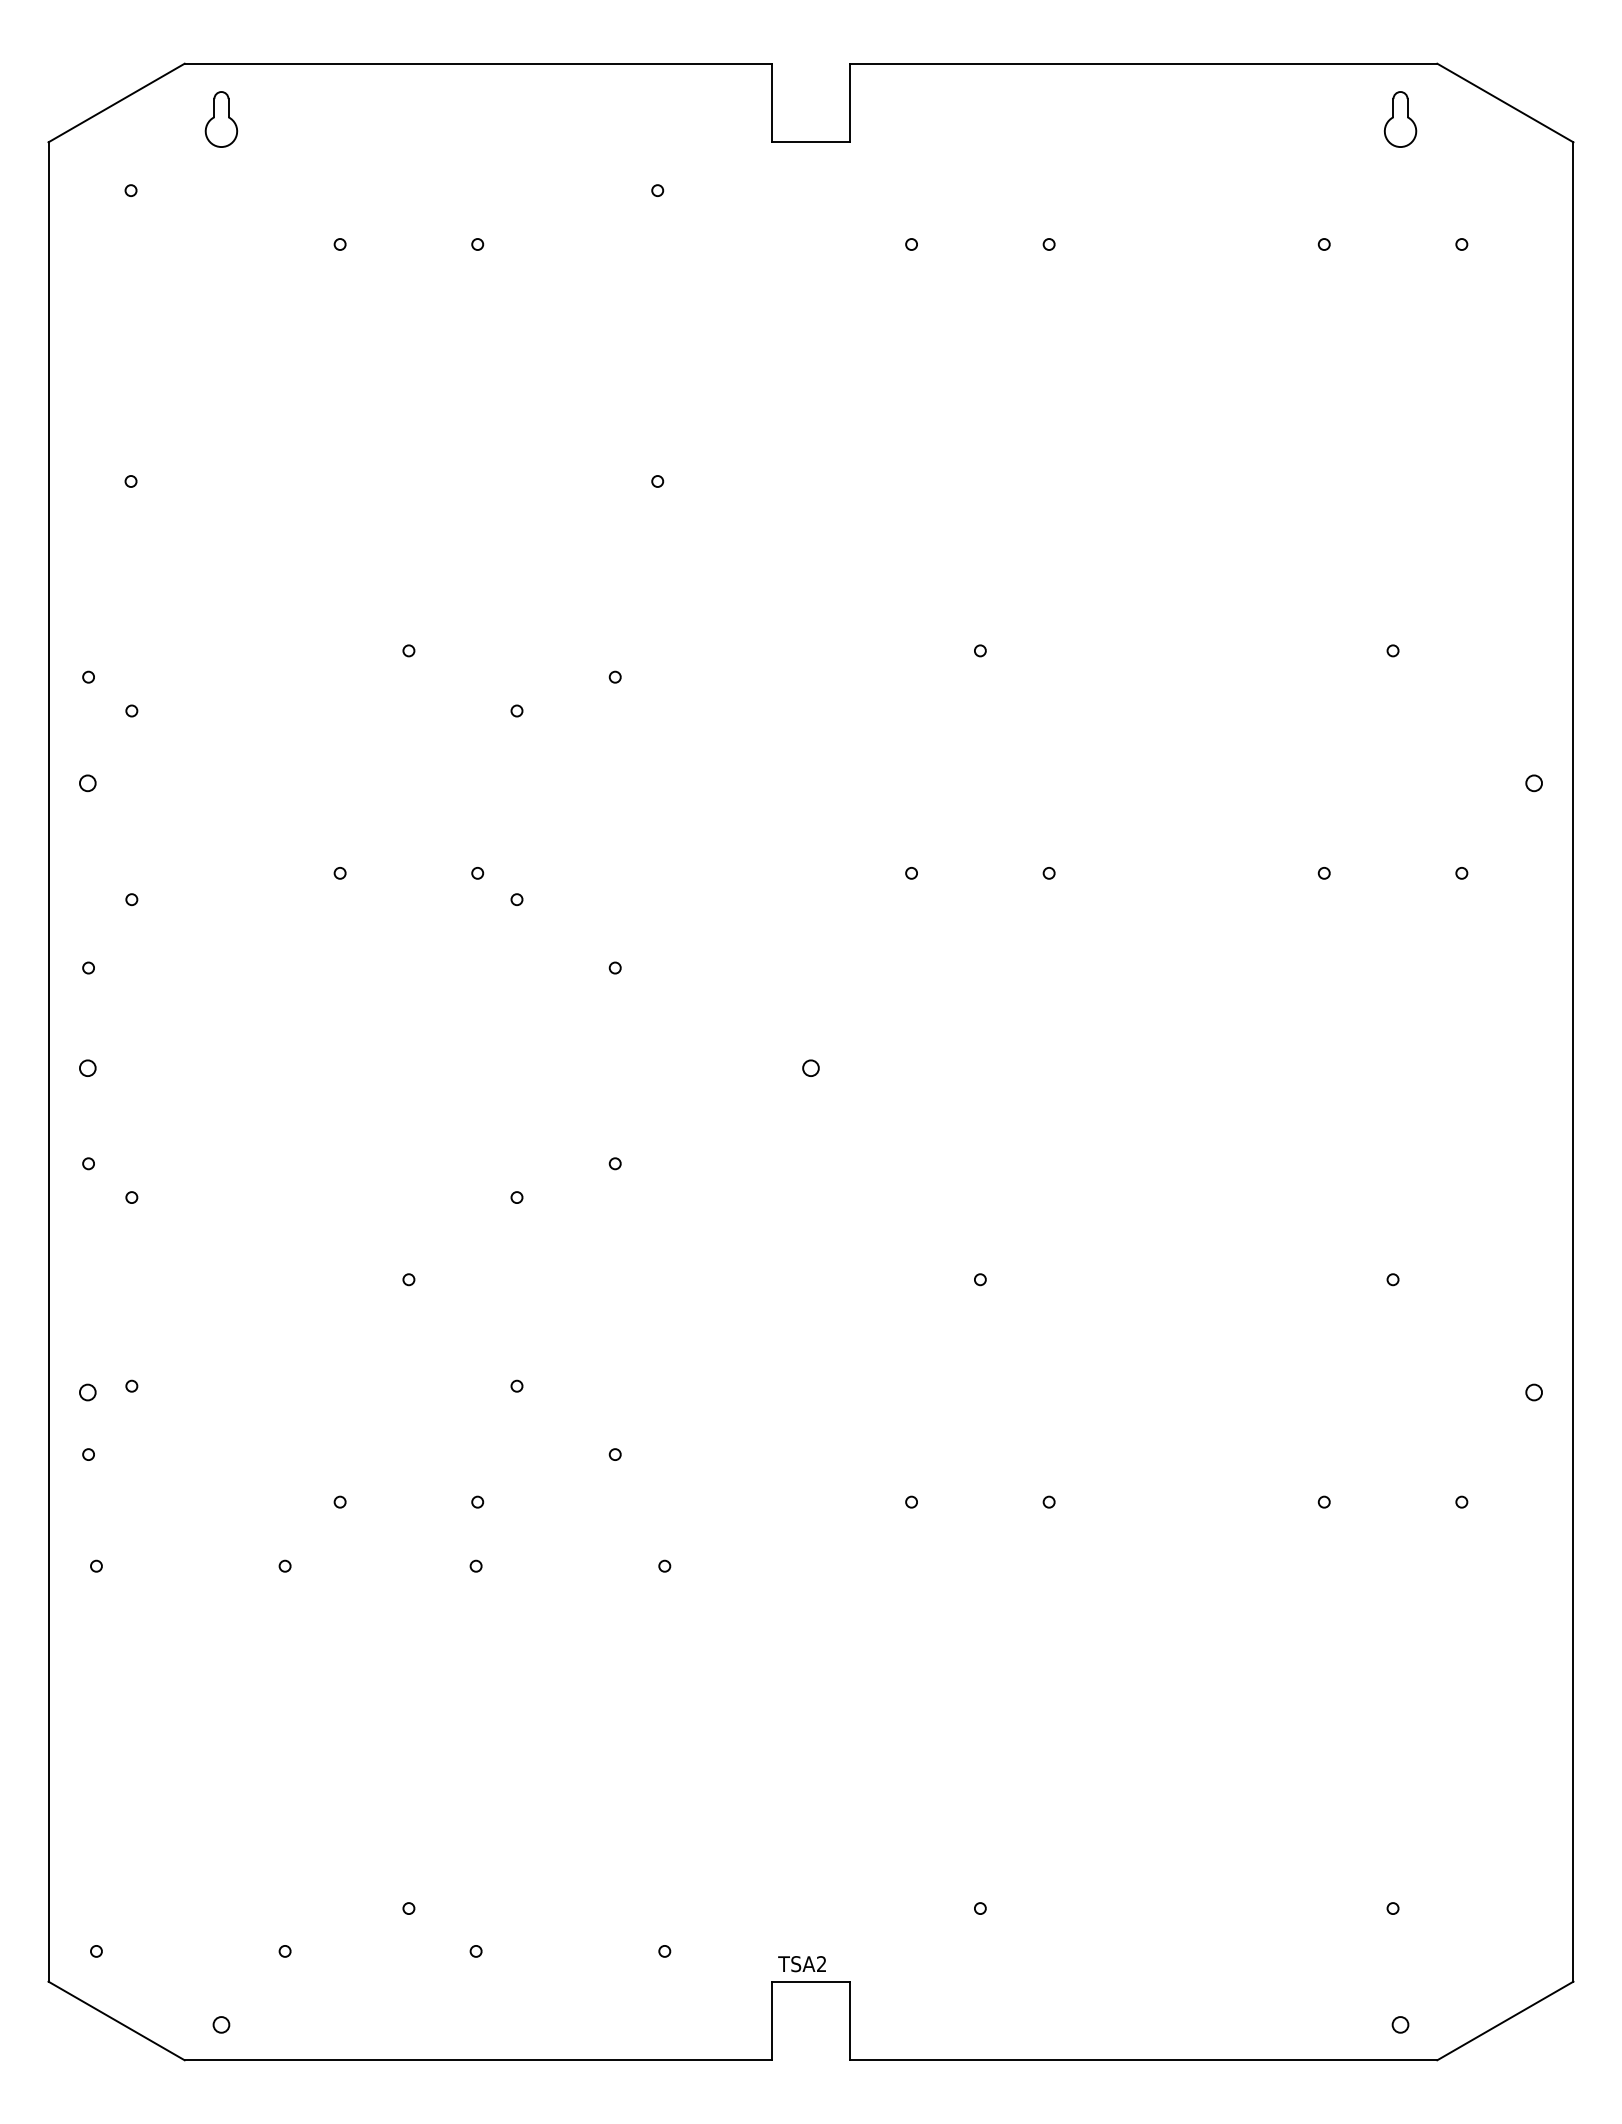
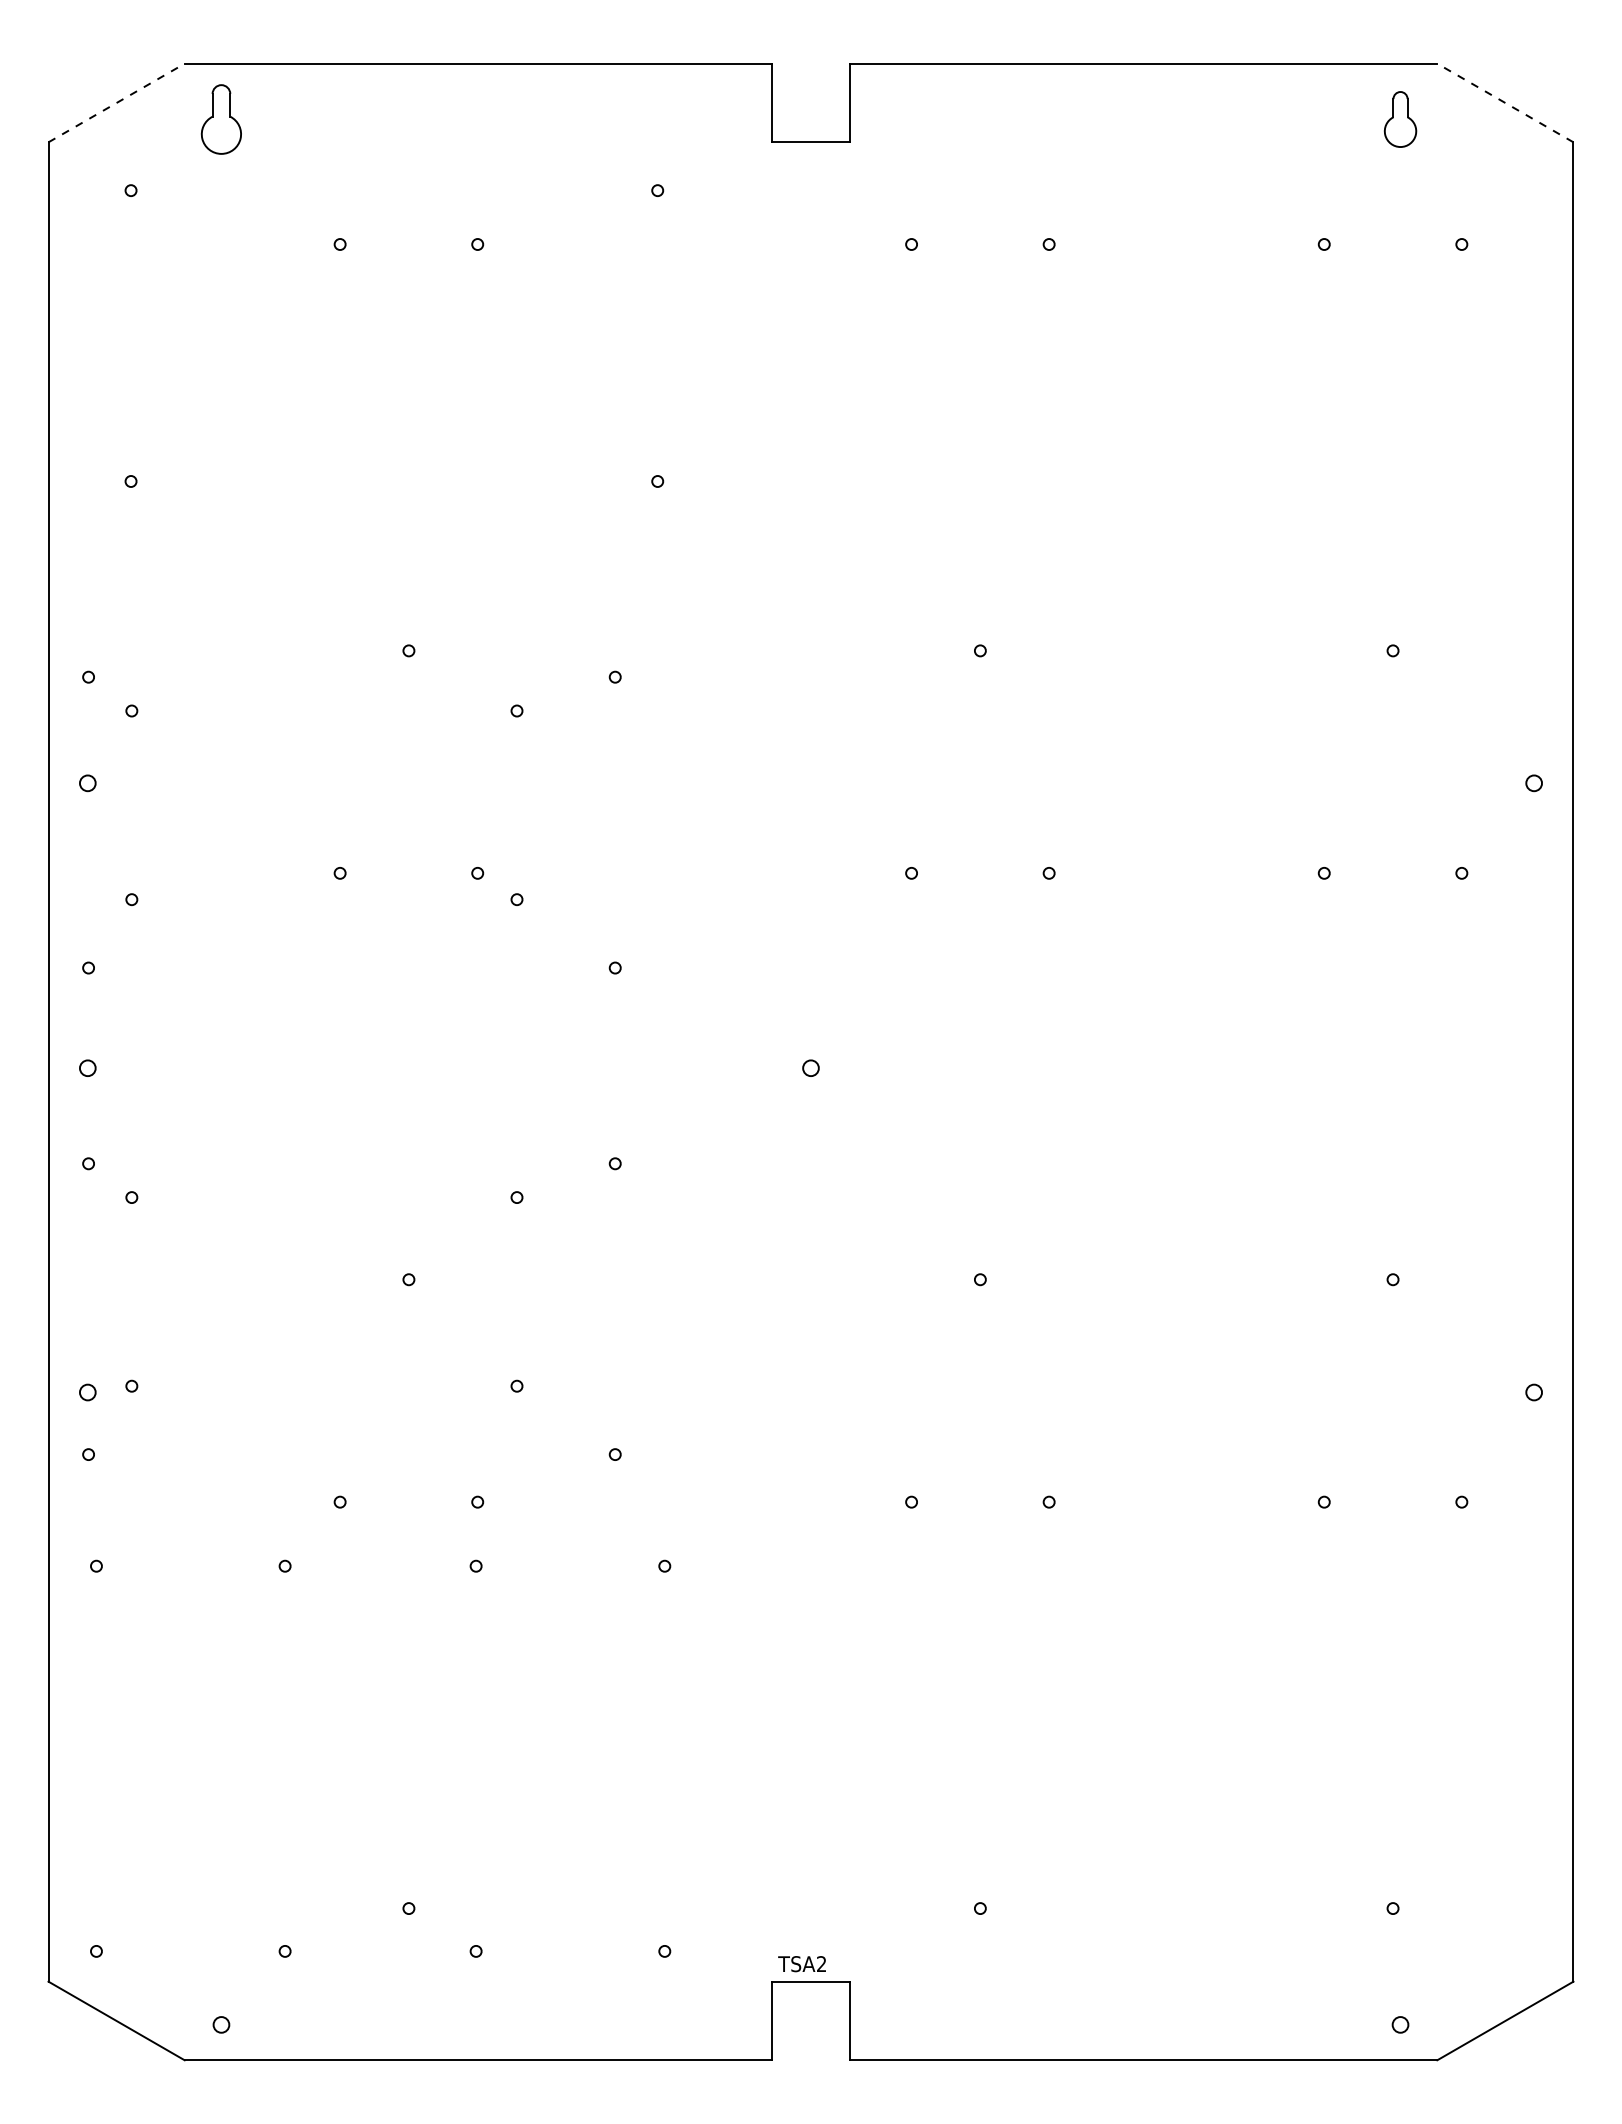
line at (116, 103): solid -> dashed
line at (1505, 103): solid -> dashed
part at (221, 119) size: 35x57 px -> 42x71 px
